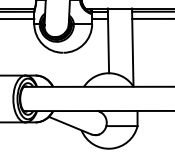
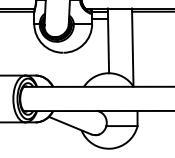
line at (151, 18): present -> none
line at (18, 19): present -> none
